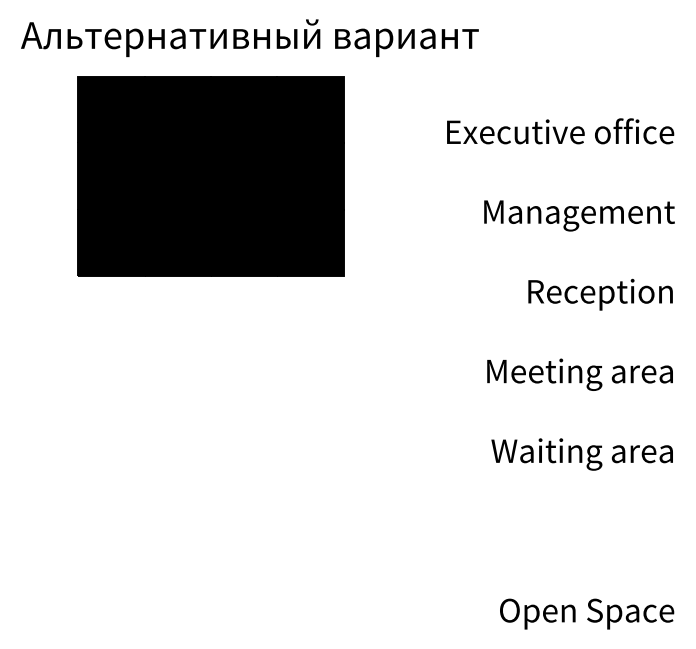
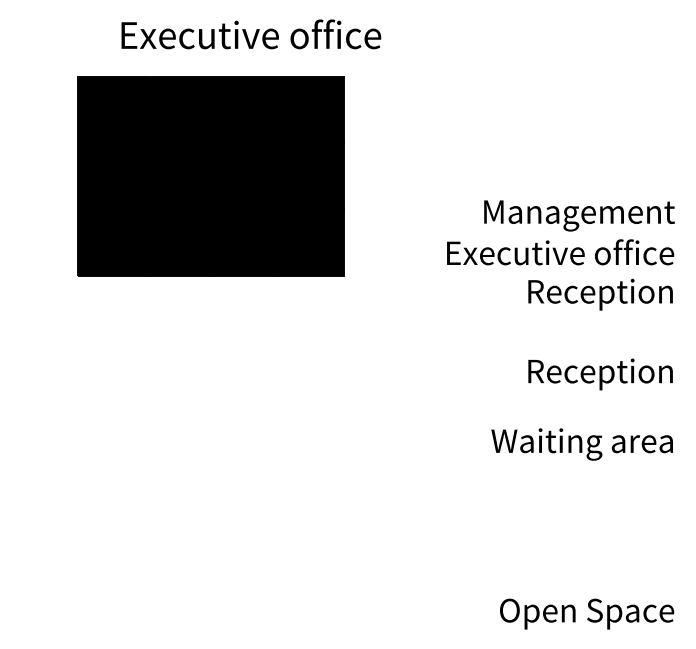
text at (249, 38): Альтернативный вариант -> Executive office
text at (560, 131) position: (560, 131) -> (560, 252)
text at (579, 374): Meeting area -> Reception
text at (581, 454) position: (581, 454) -> (581, 444)
